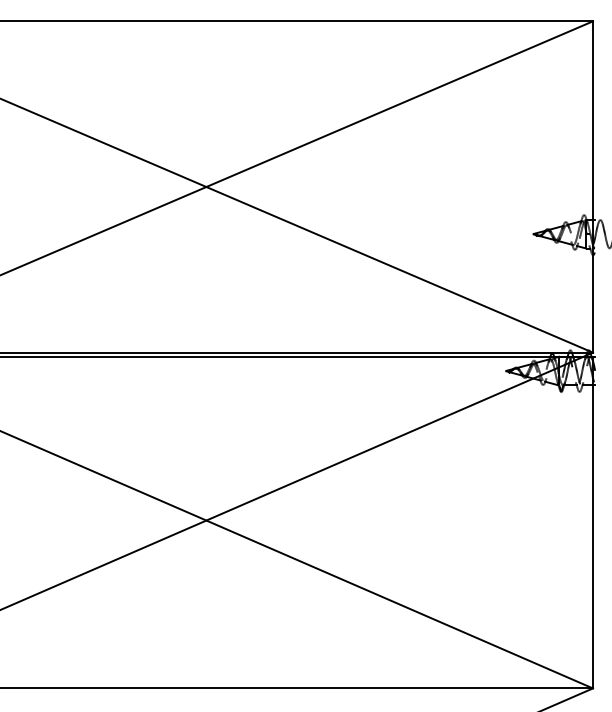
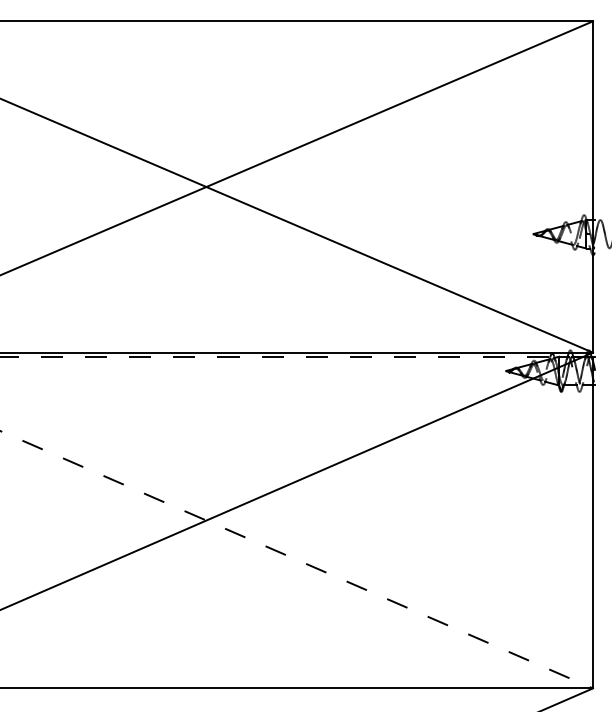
line at (296, 357): solid -> dashed
line at (296, 559): solid -> dashed
